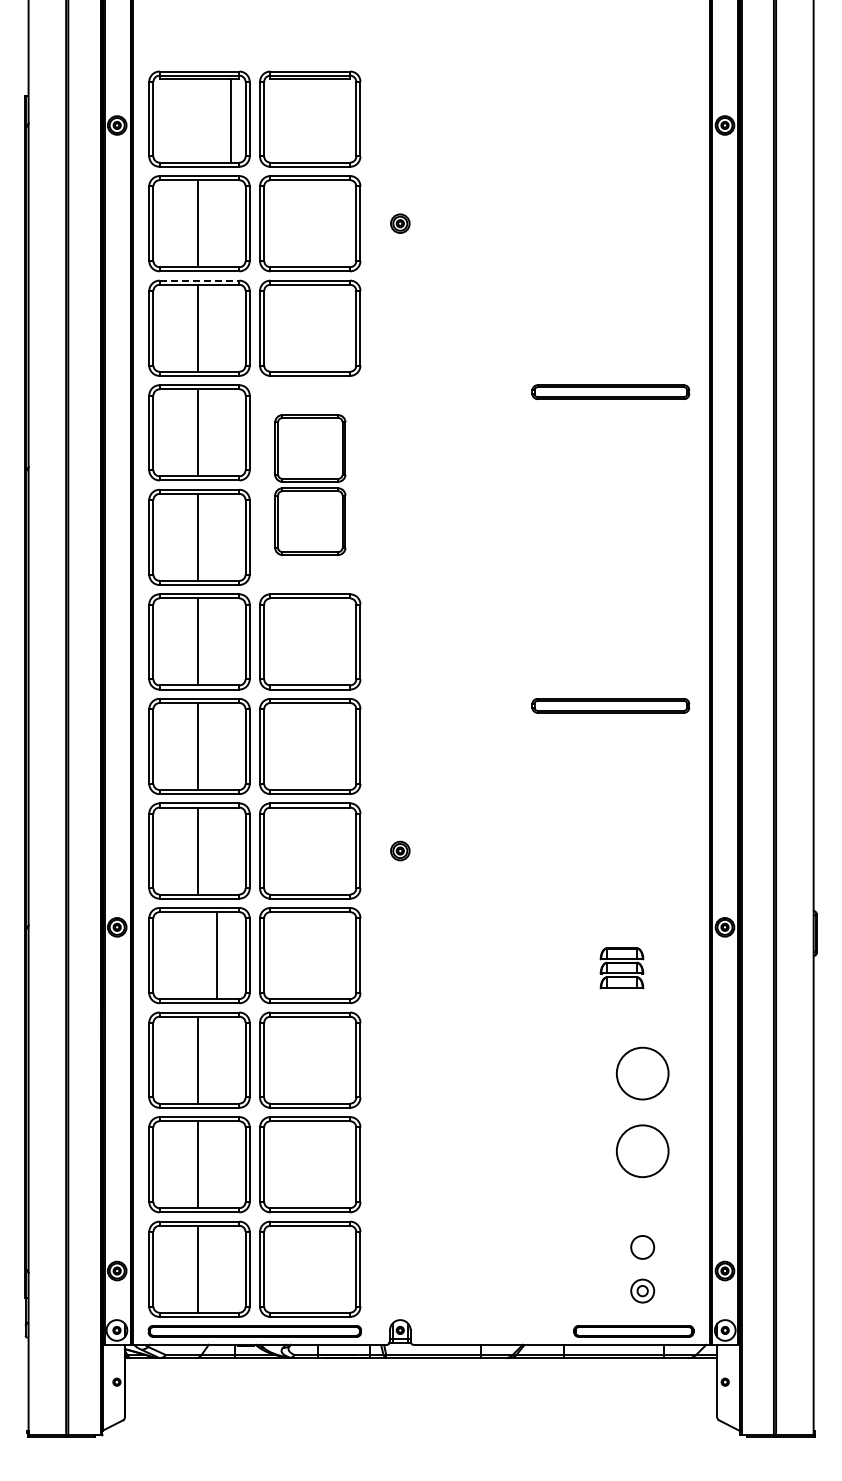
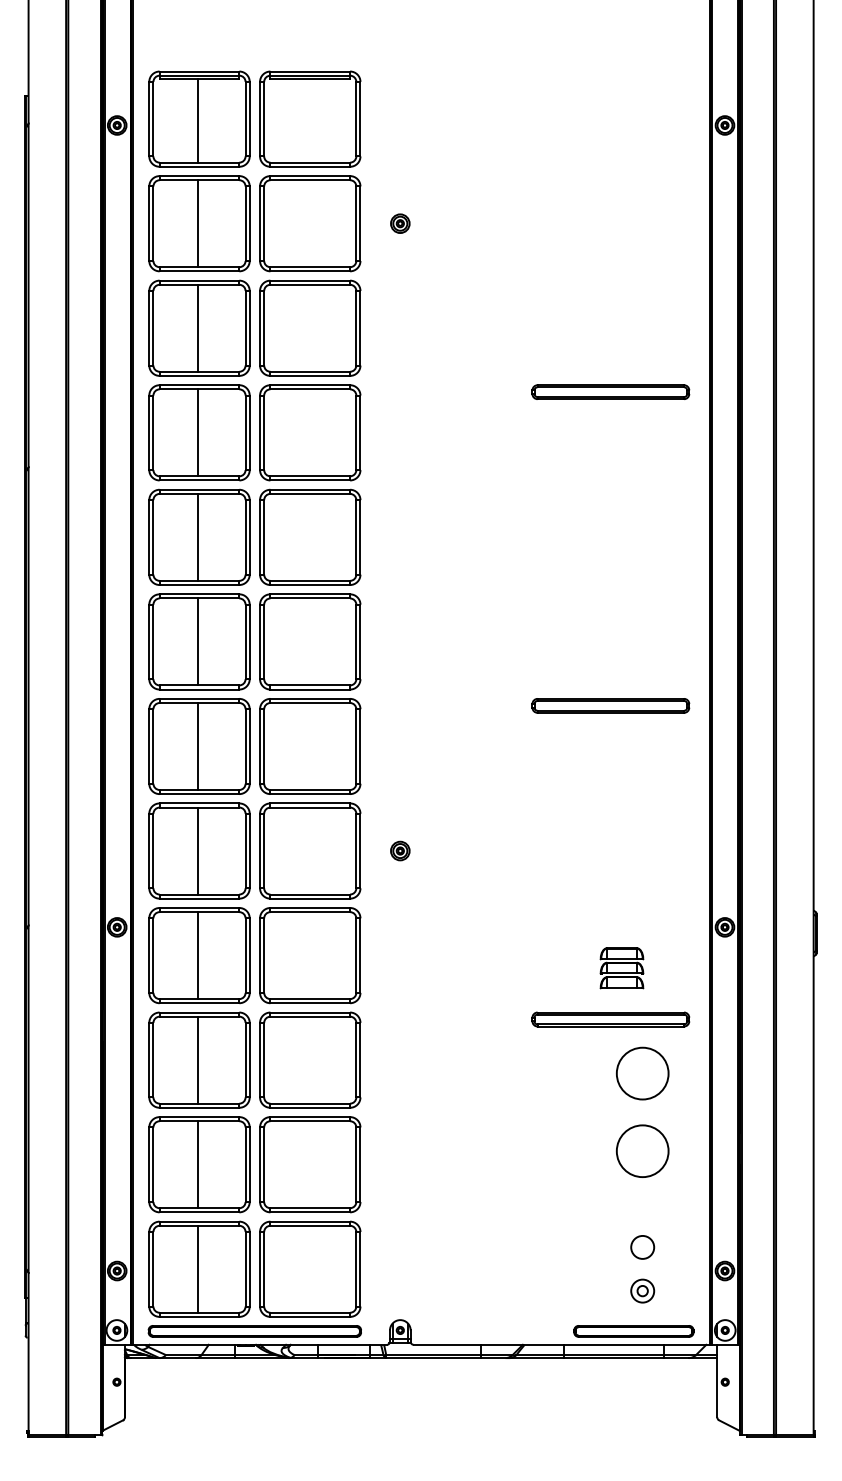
line at (230, 120) position: (230, 120) -> (197, 120)
line at (199, 280): dashed -> solid
part at (310, 484) size: 73x142 px -> 103x202 px
line at (216, 955) position: (216, 955) -> (197, 955)
part at (610, 1019): none -> present
